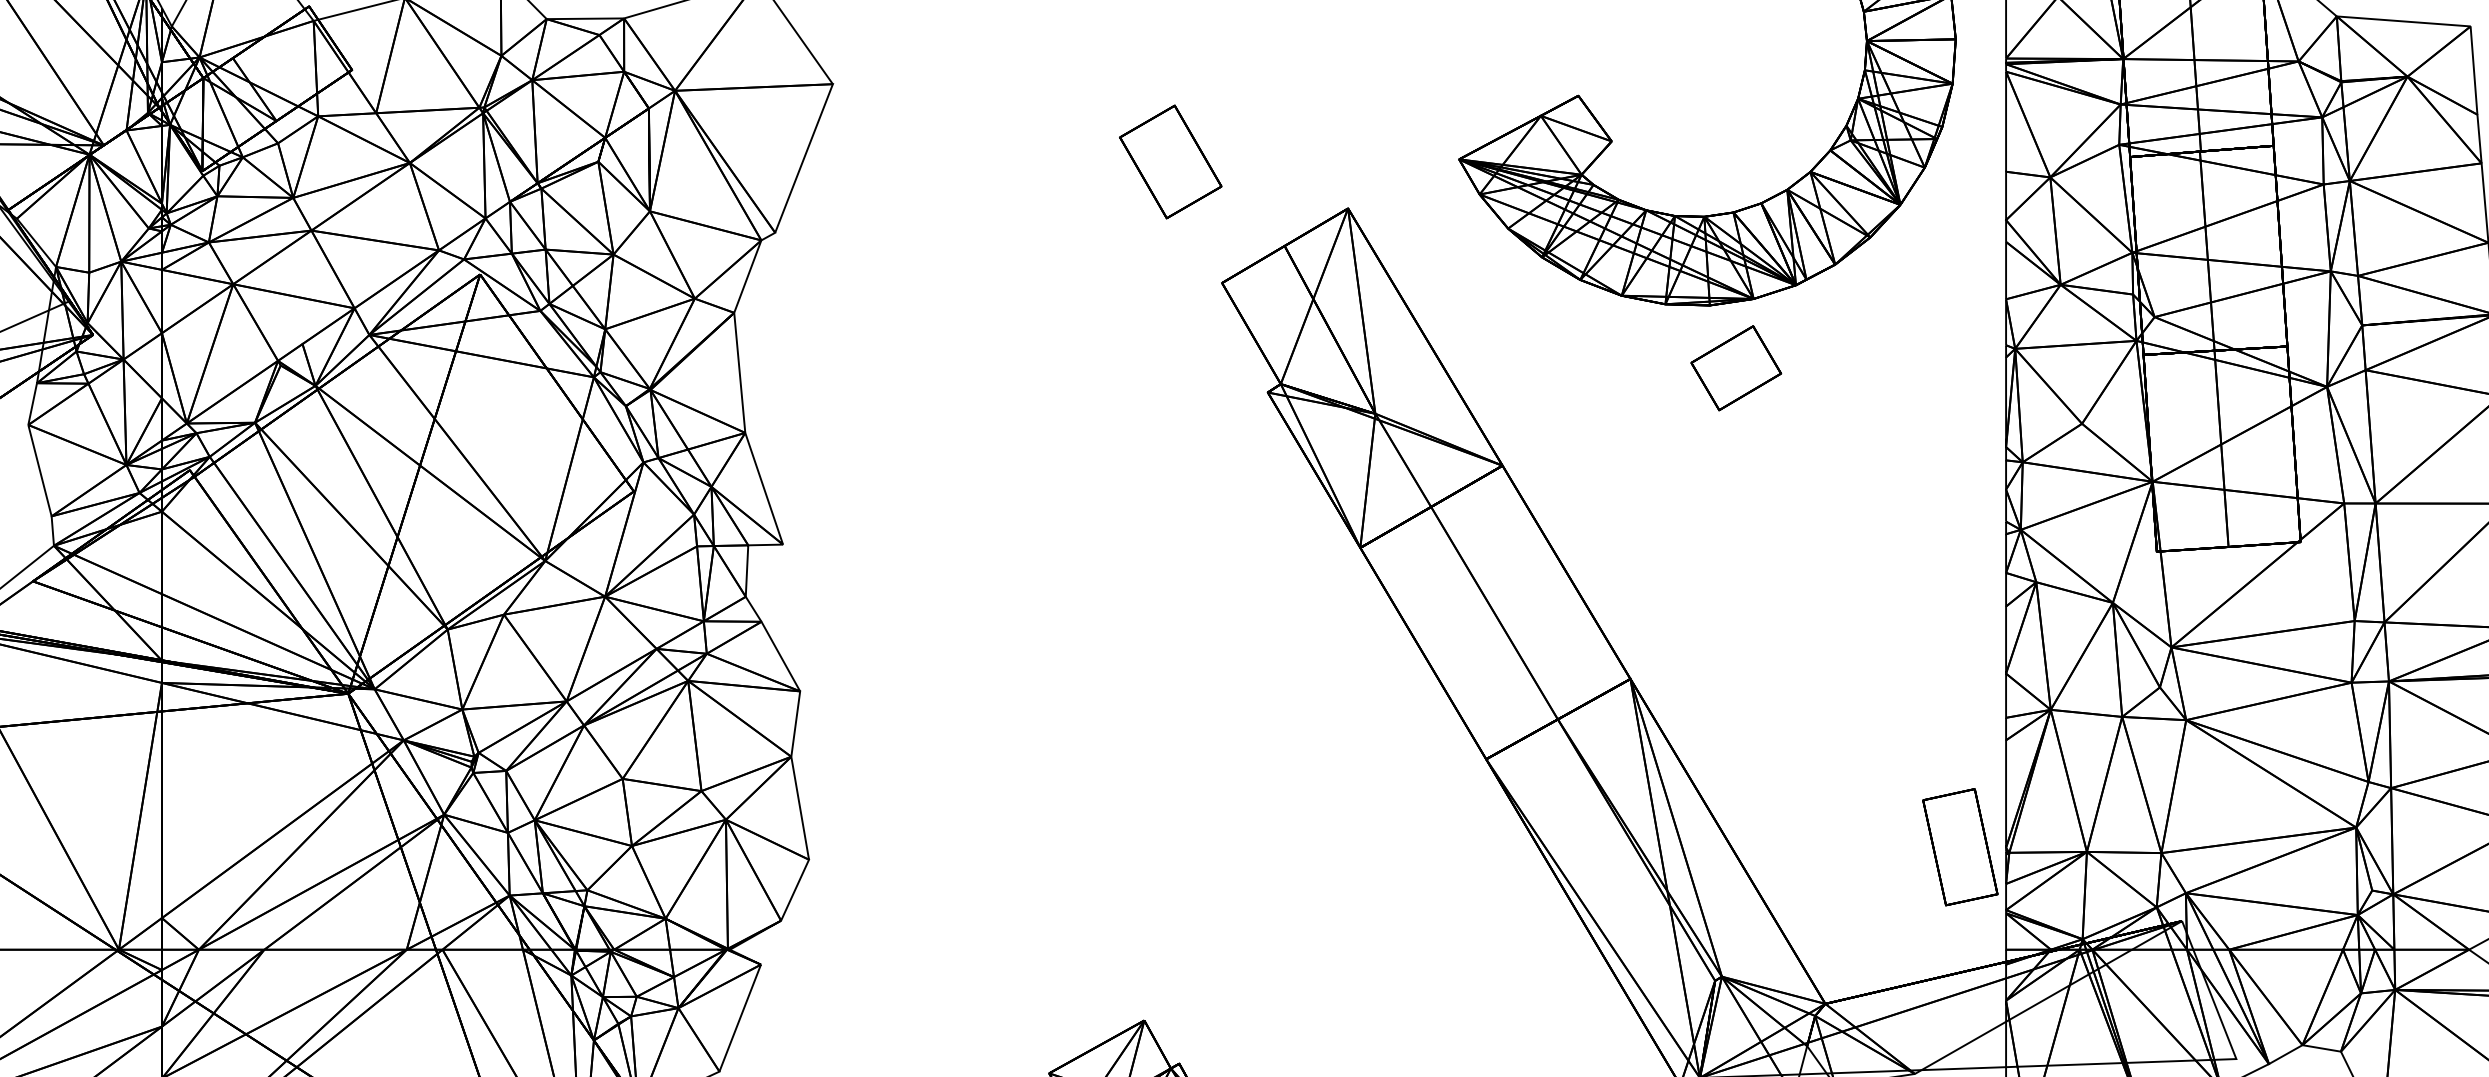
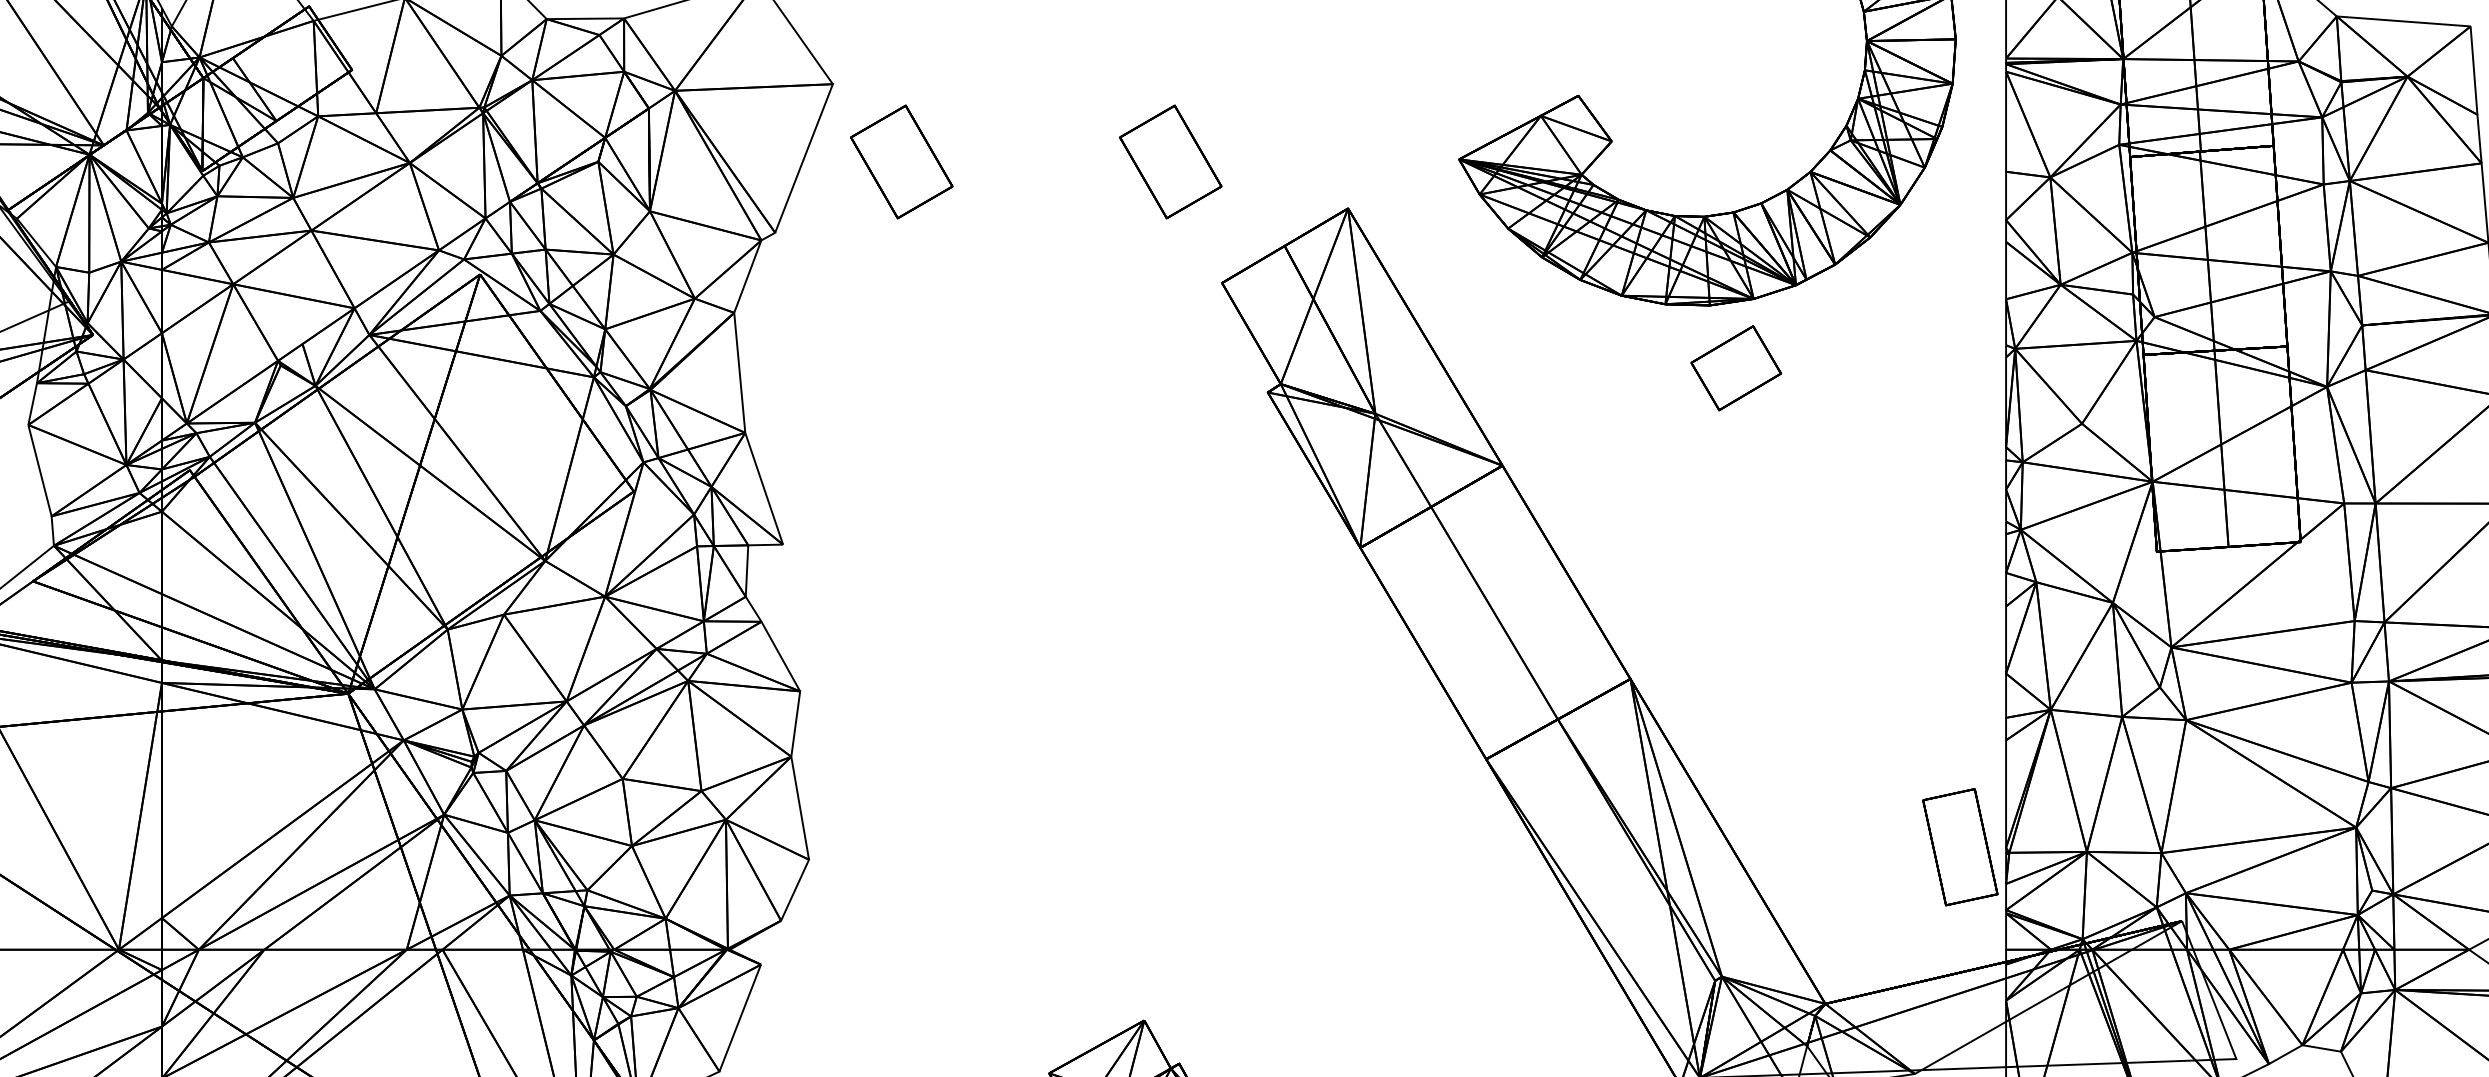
part at (901, 161): none -> present
